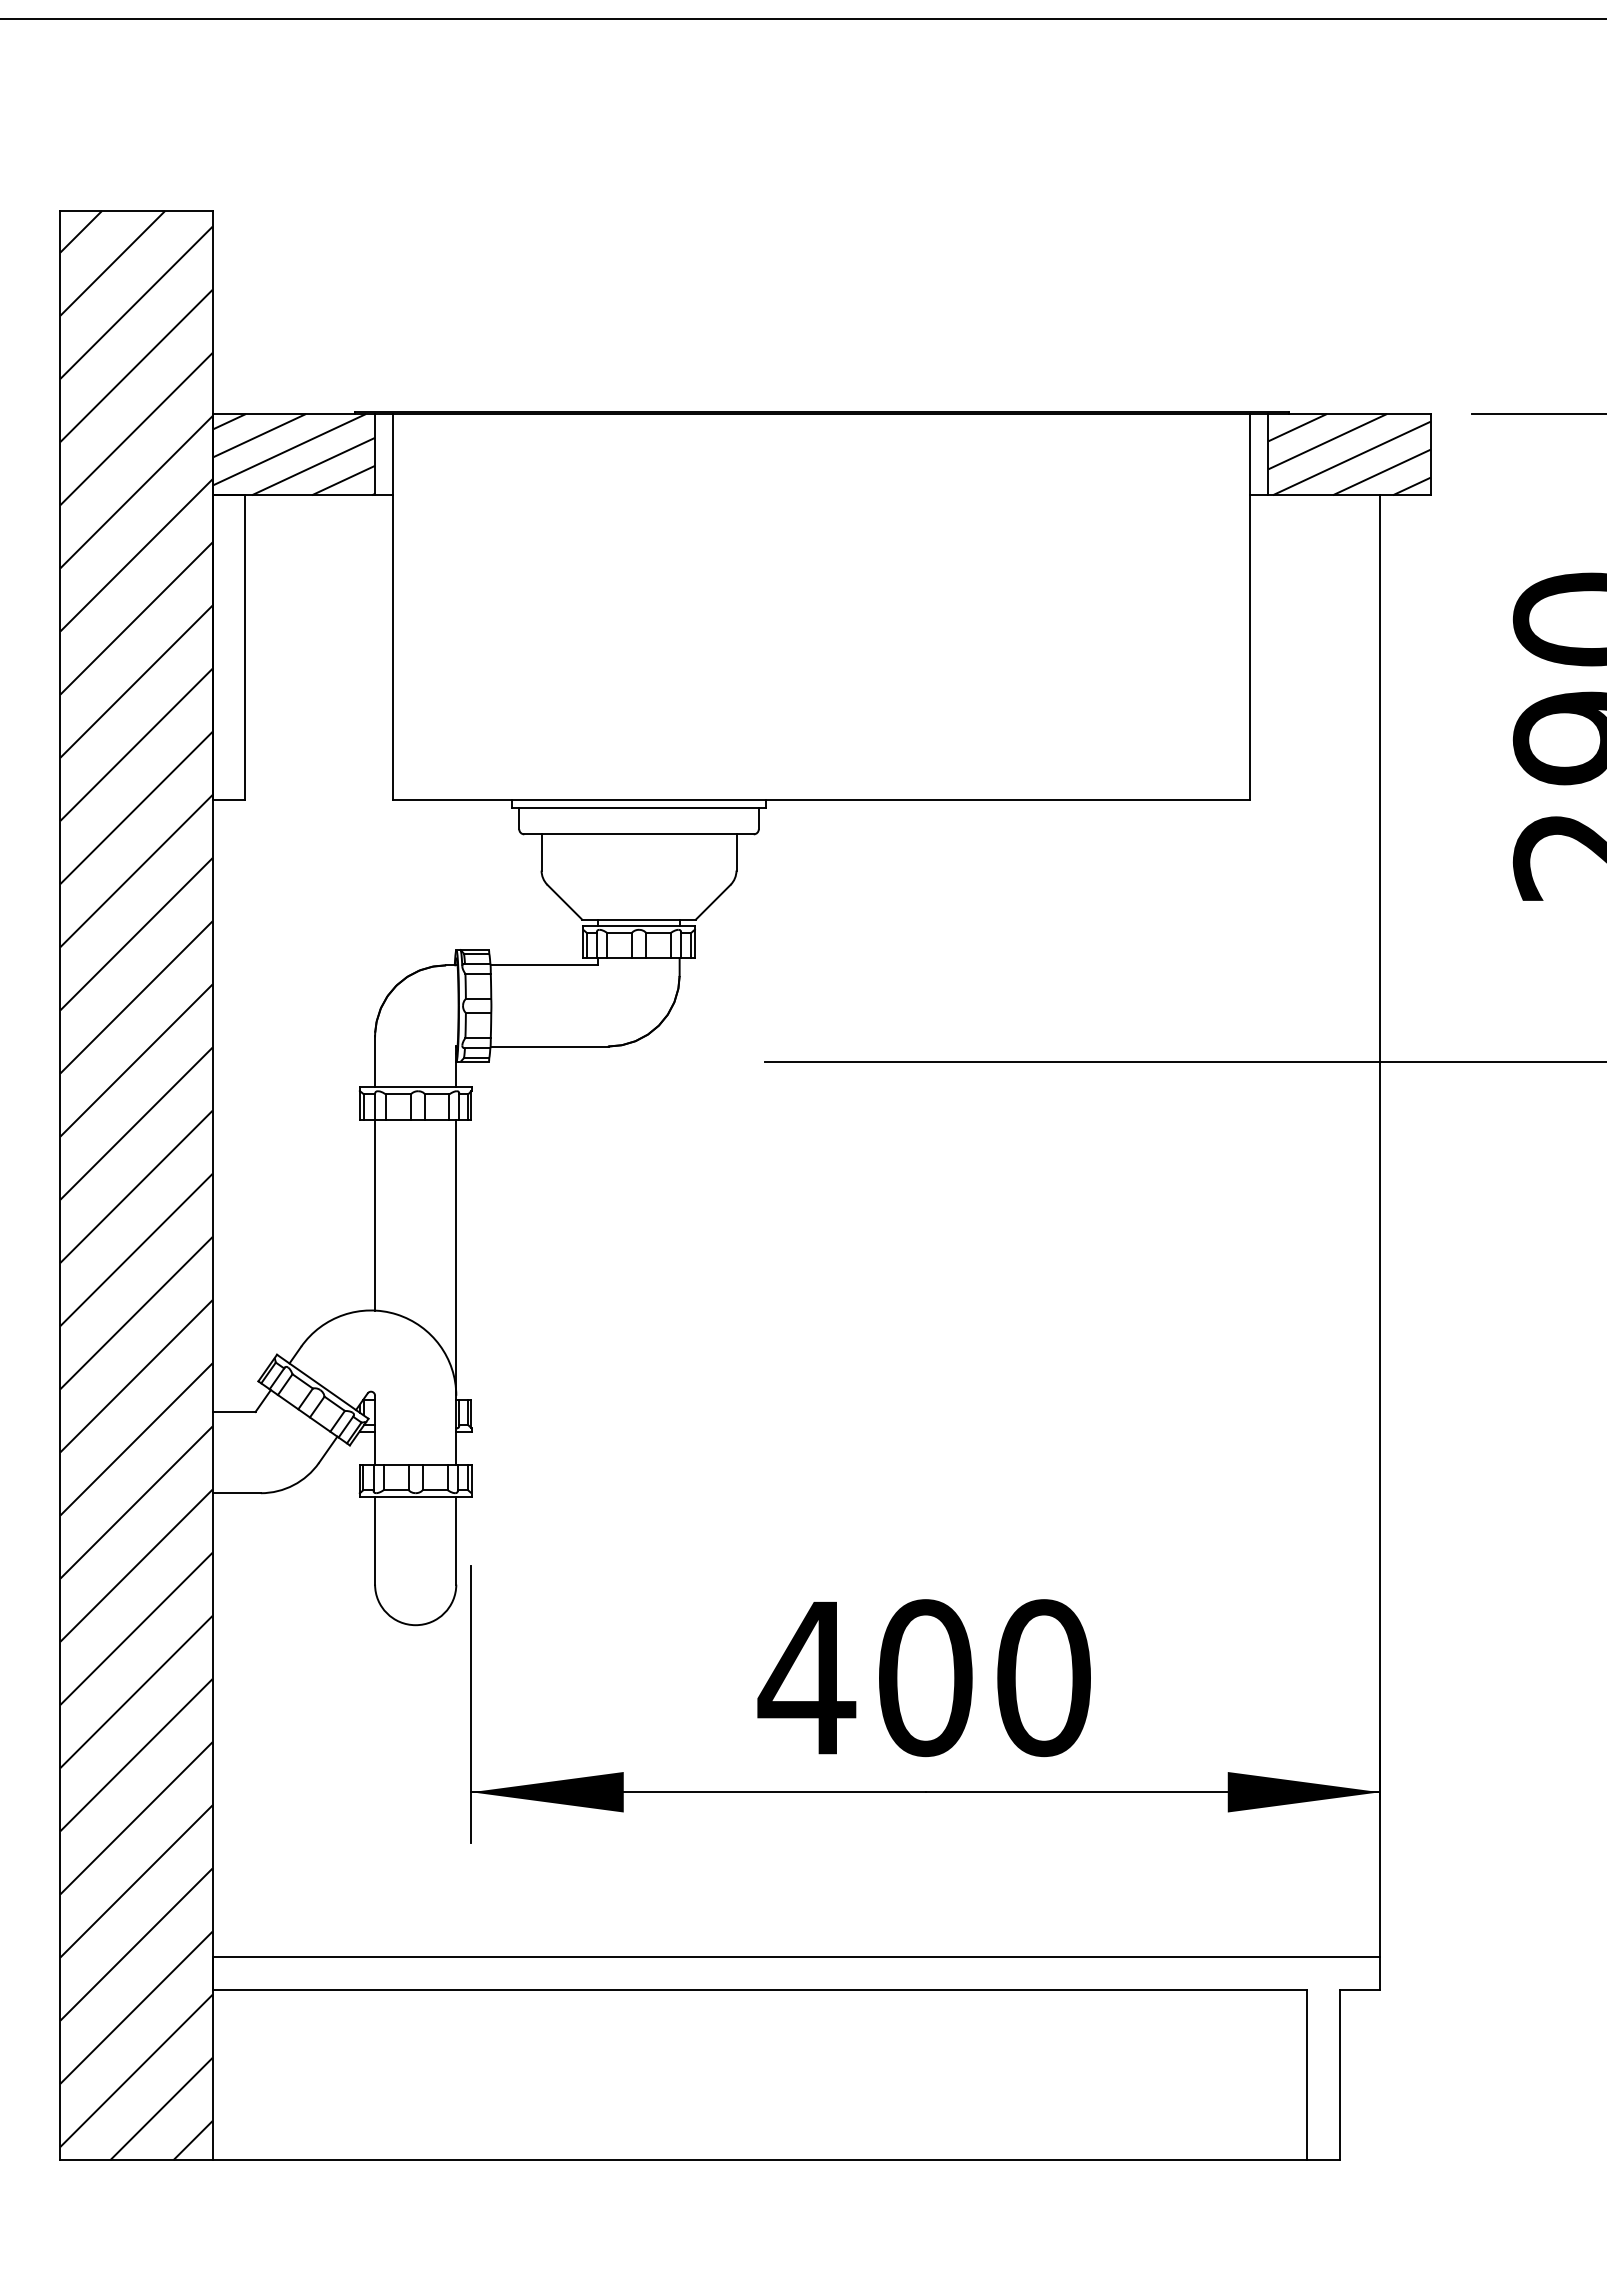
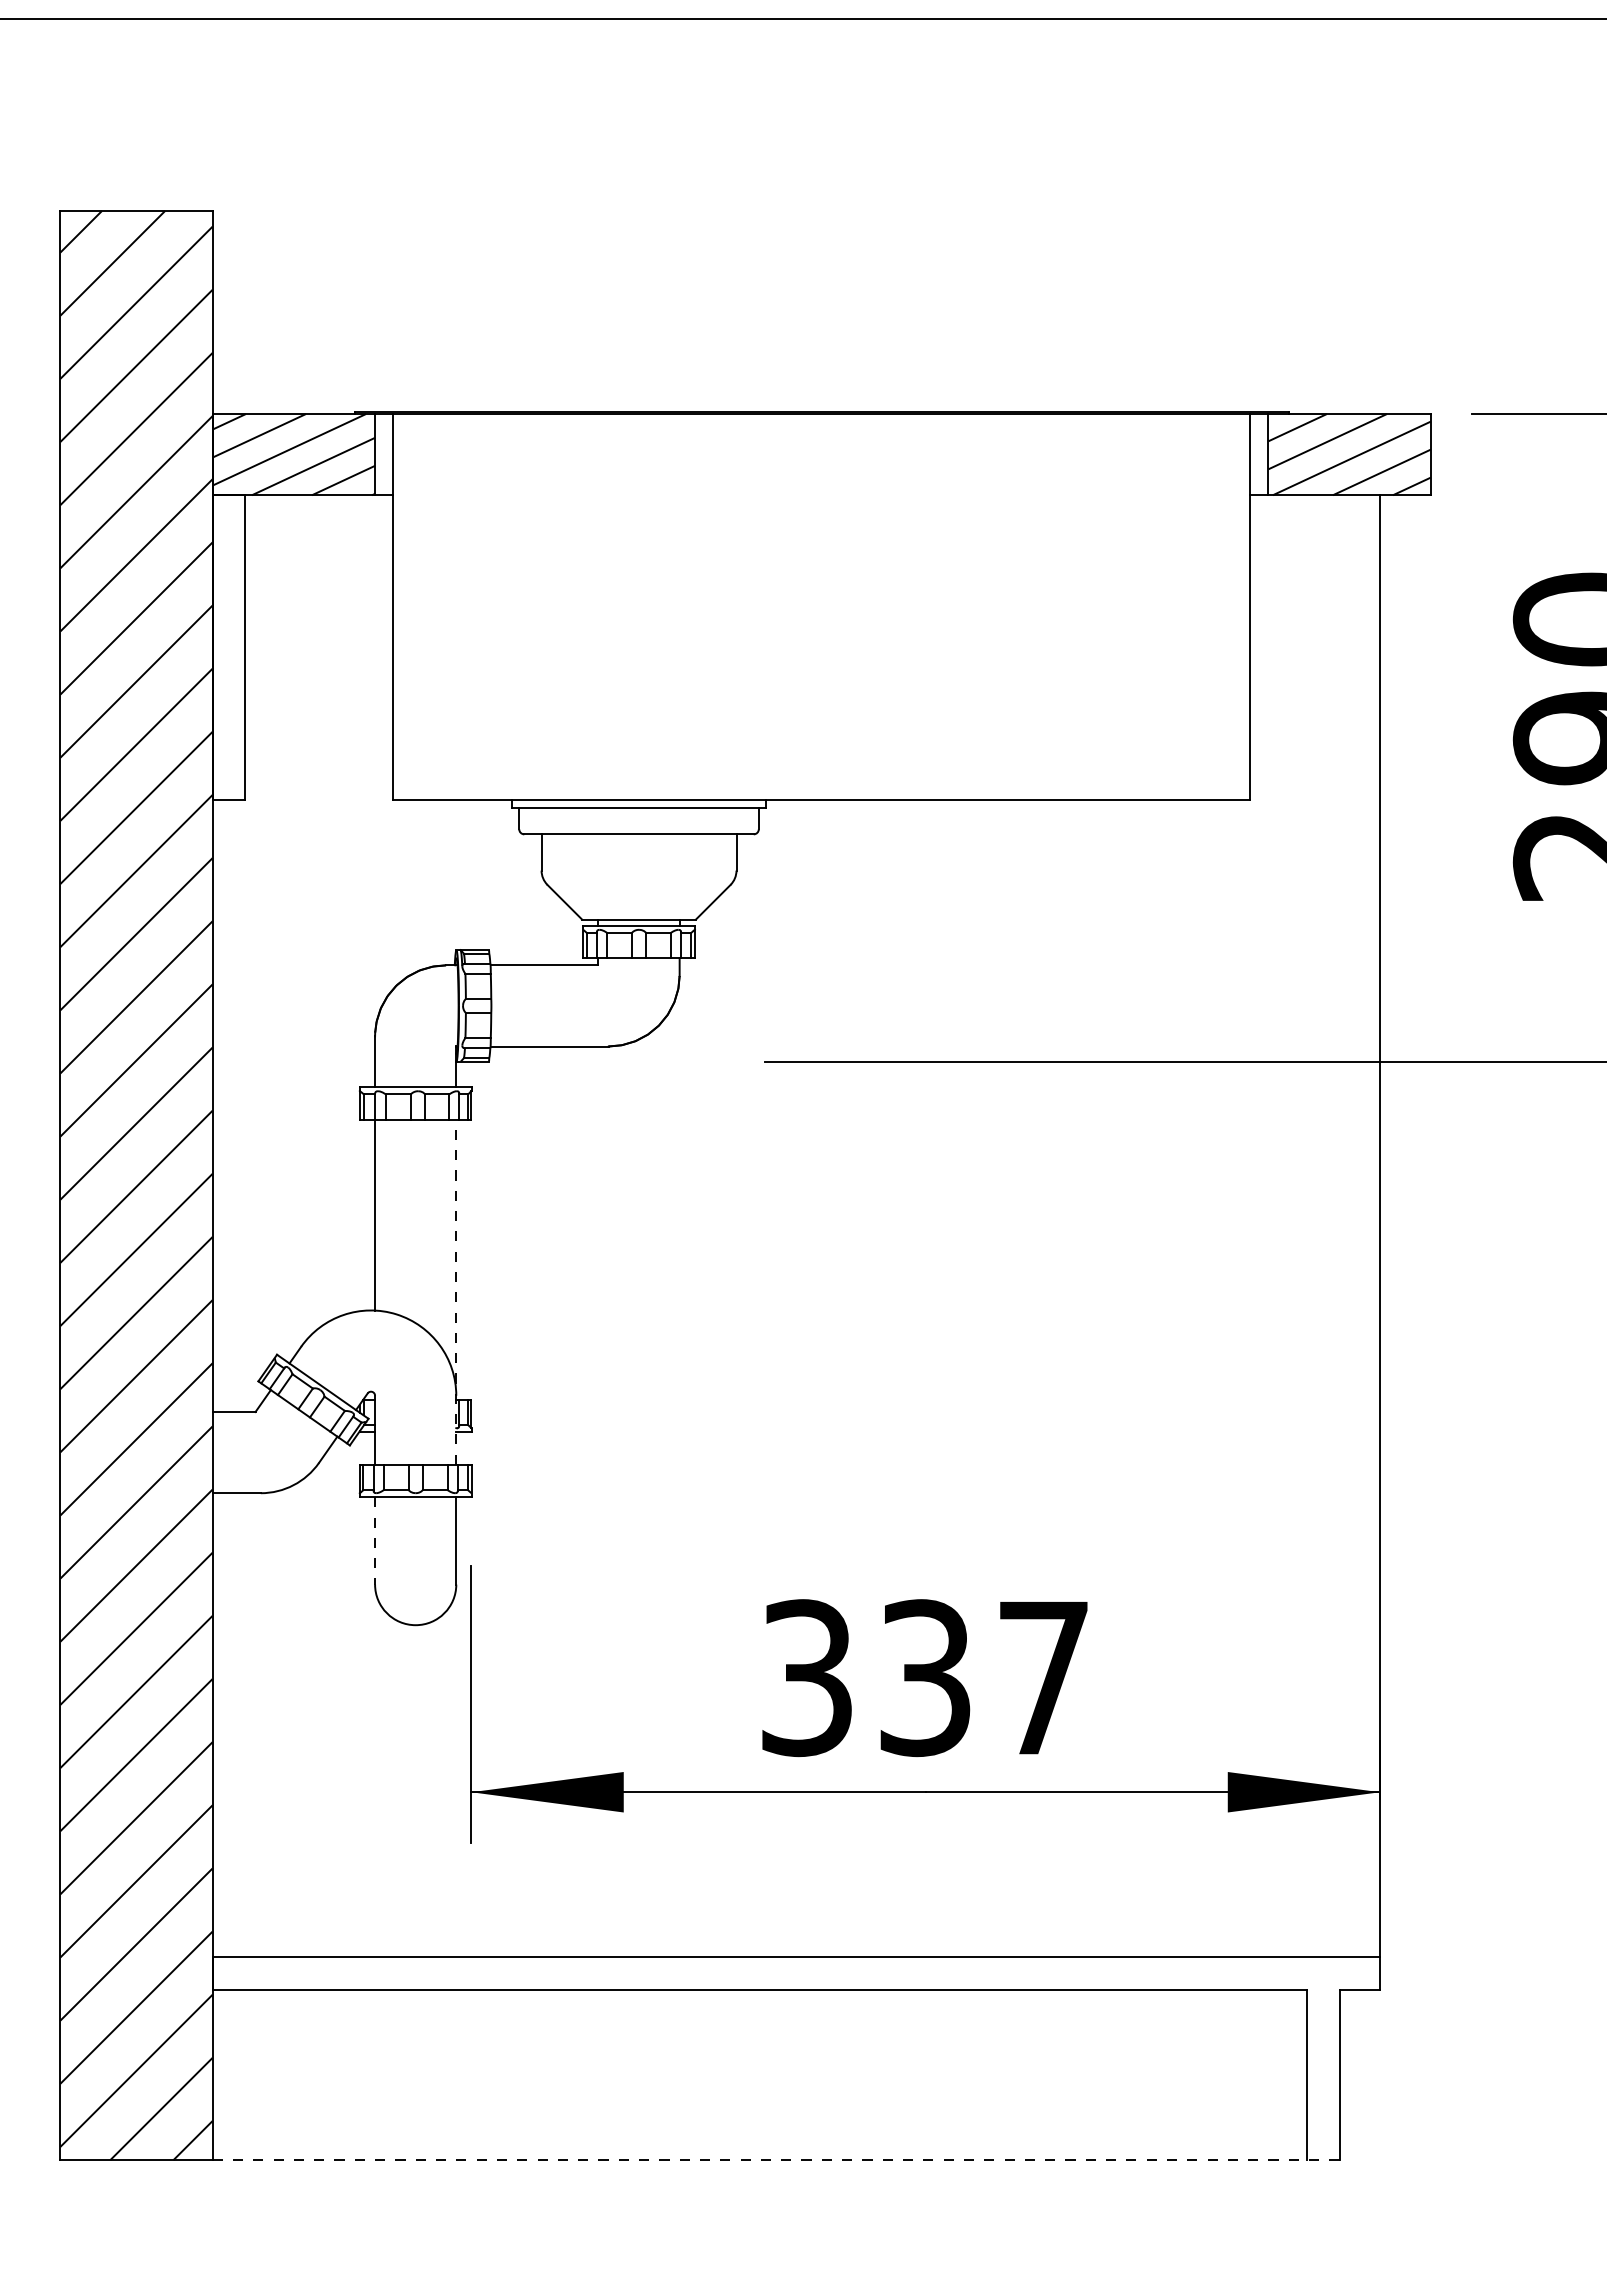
line at (456, 1292): solid -> dashed
line at (375, 1540): solid -> dashed
text at (923, 1678): 400 -> 337
line at (776, 2160): solid -> dashed
